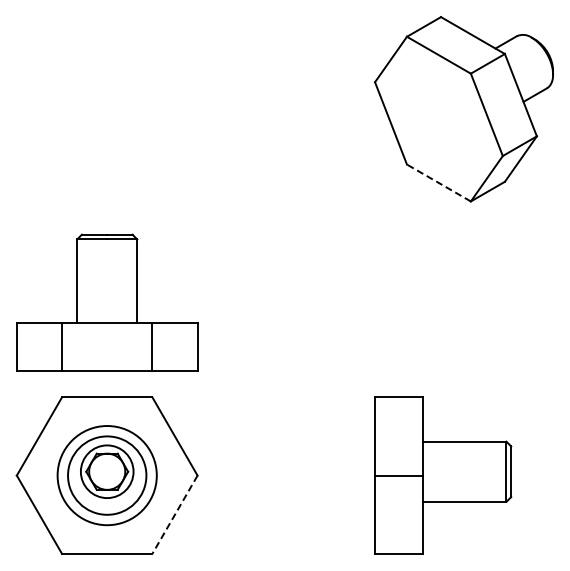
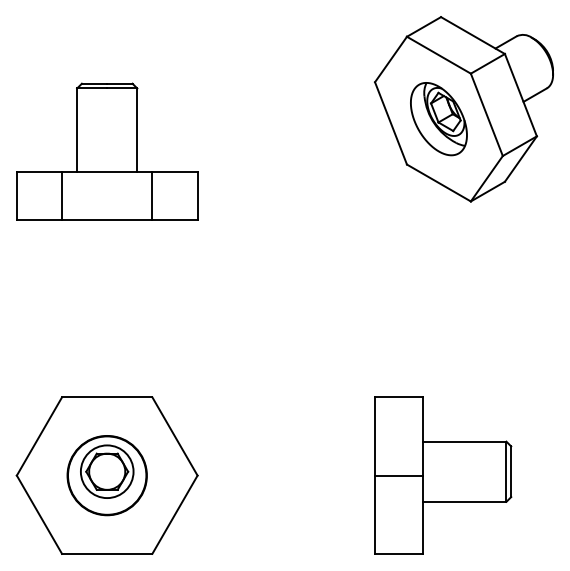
part at (438, 119): none -> present
line at (438, 183): dashed -> solid
part at (107, 302) position: (107, 302) -> (107, 151)
circle at (106, 475) diameter: 99 px -> 79 px
line at (174, 515): dashed -> solid
